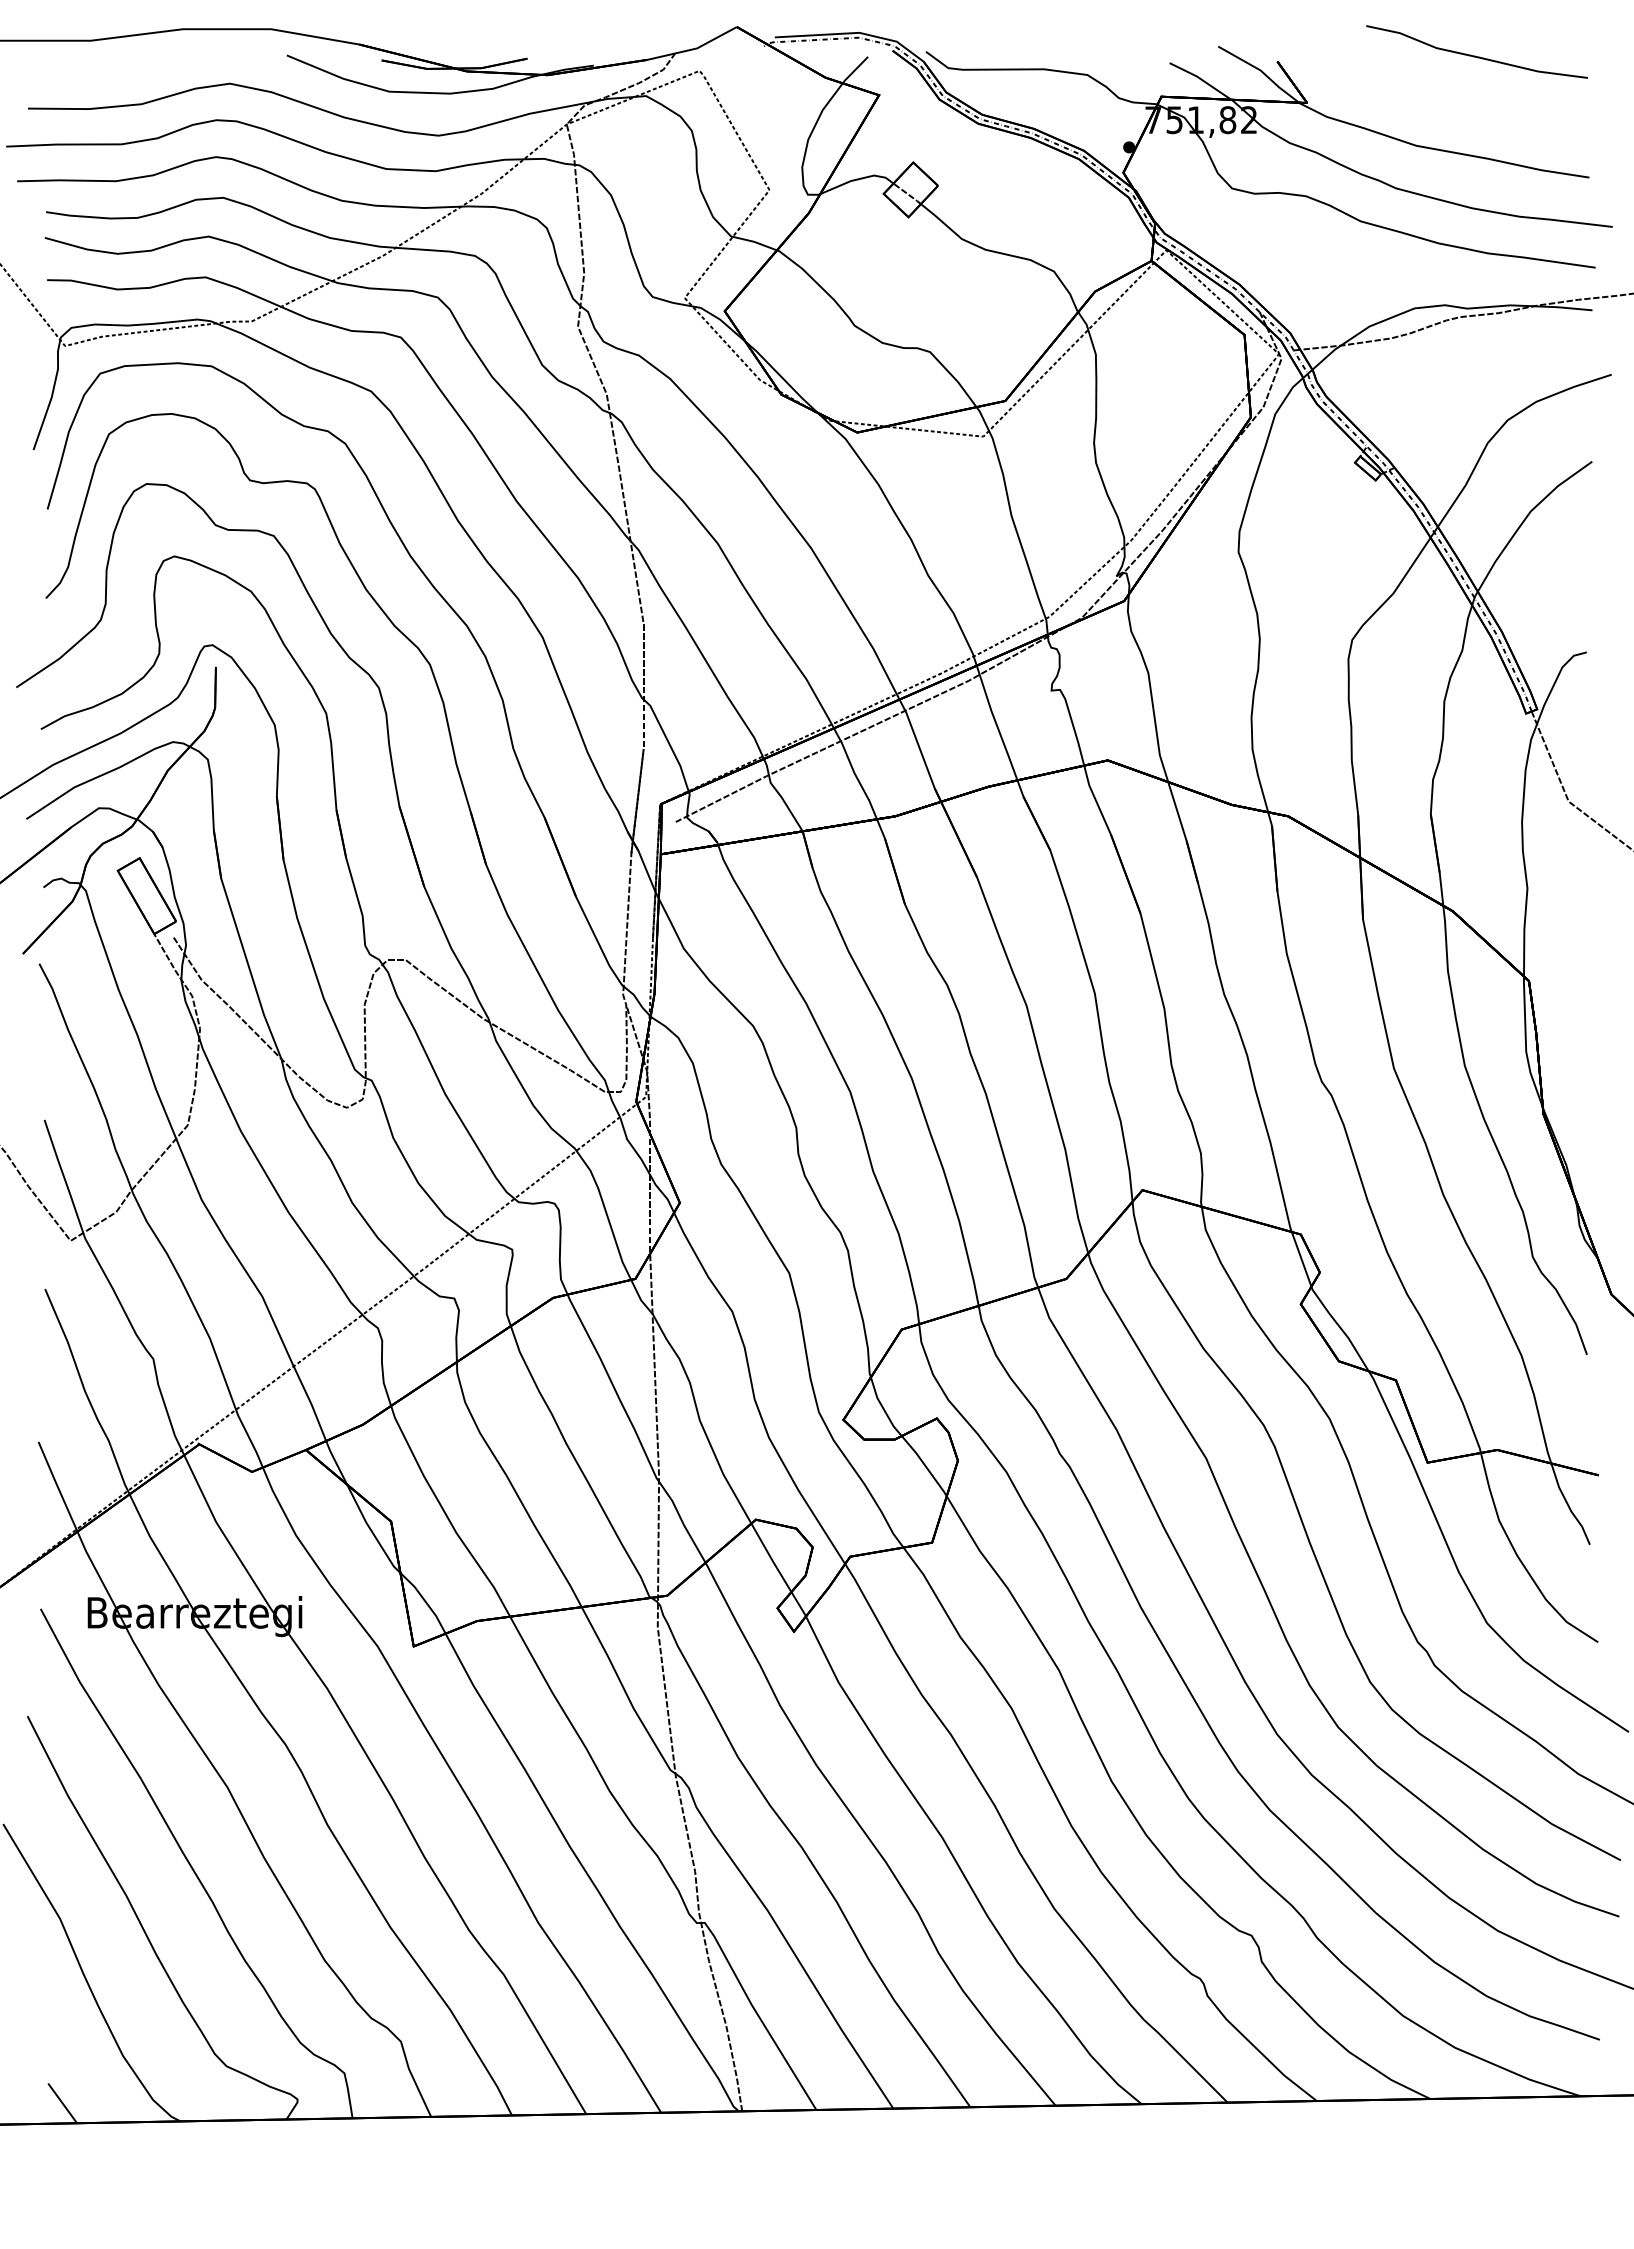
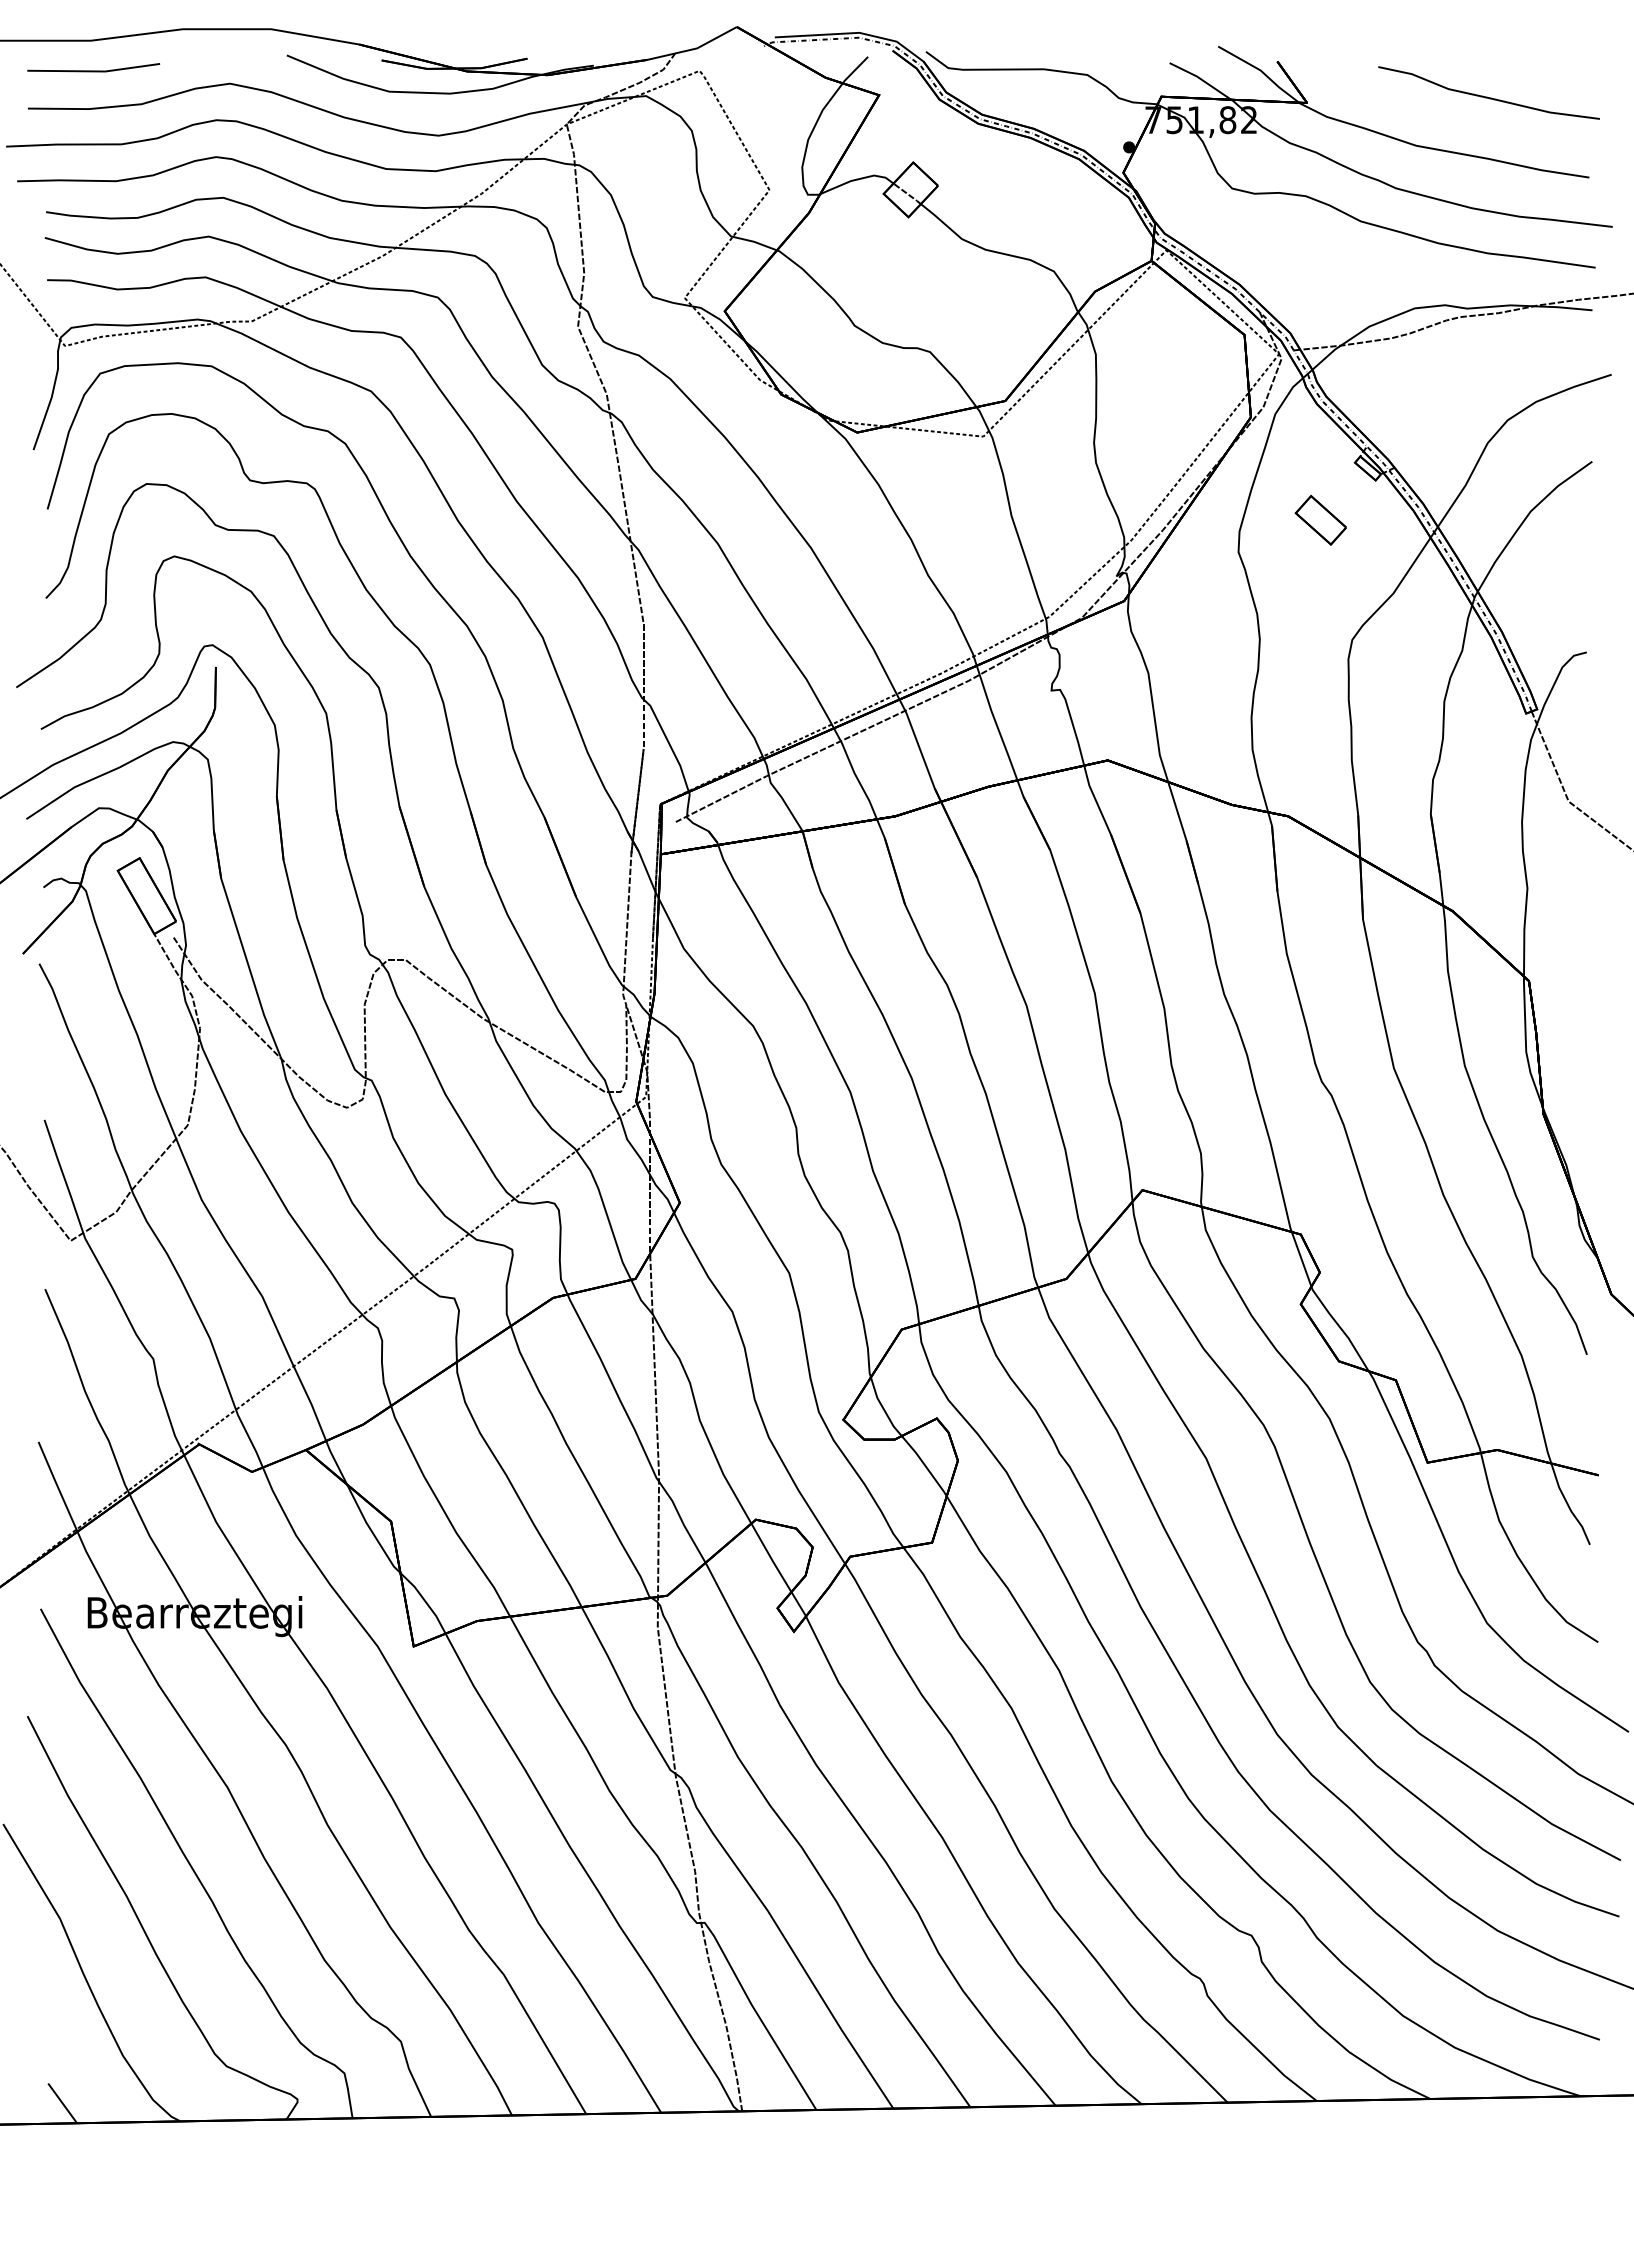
curve at (1475, 55) position: (1475, 55) -> (1487, 96)
line at (93, 70): none -> present
part at (1320, 520): none -> present
